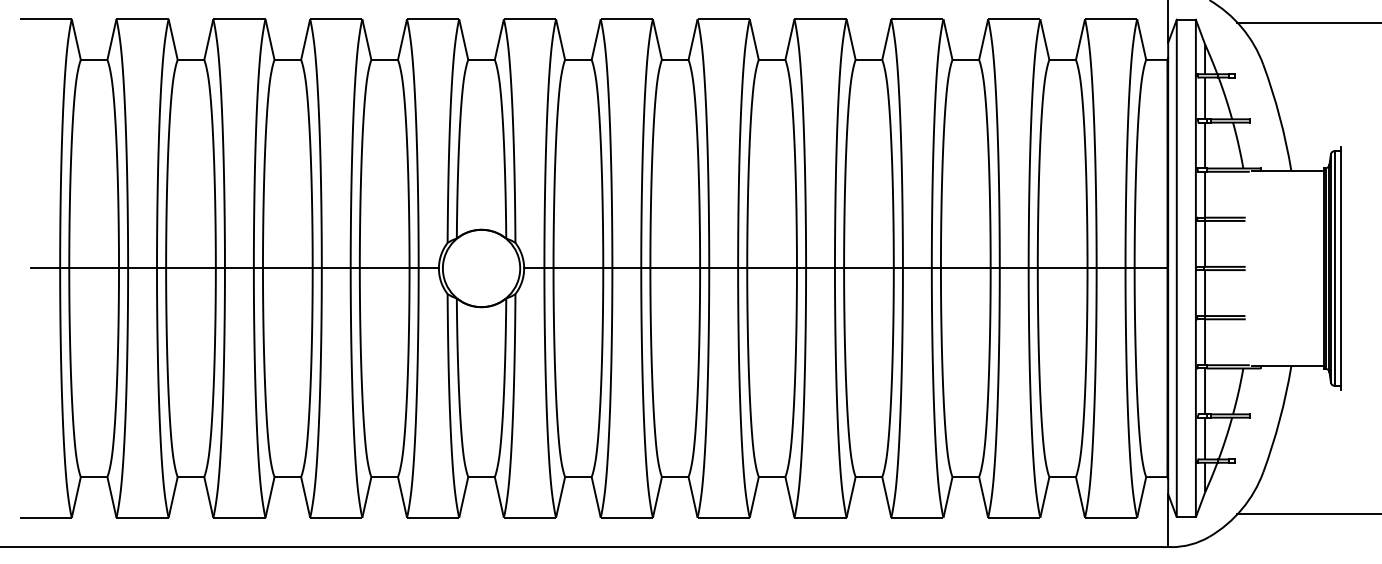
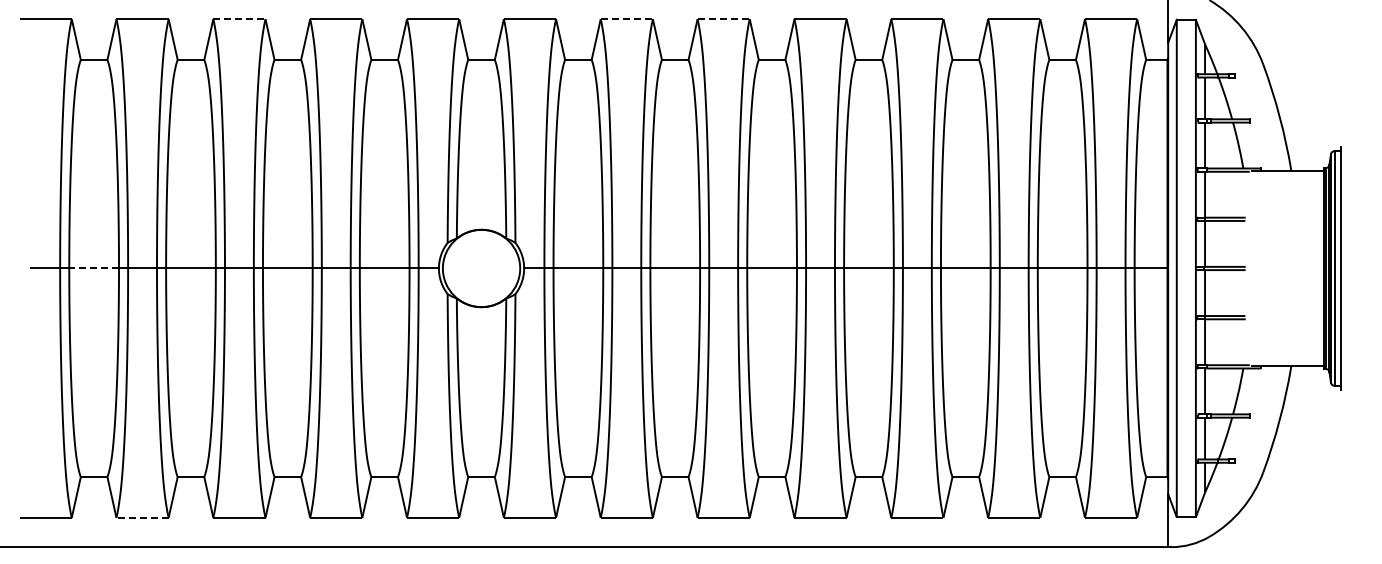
line at (238, 19): solid -> dashed
line at (626, 19): solid -> dashed
line at (722, 19): solid -> dashed
line at (1307, 22): present -> none
line at (94, 268): solid -> dashed
line at (1307, 514): present -> none
line at (143, 517): solid -> dashed
